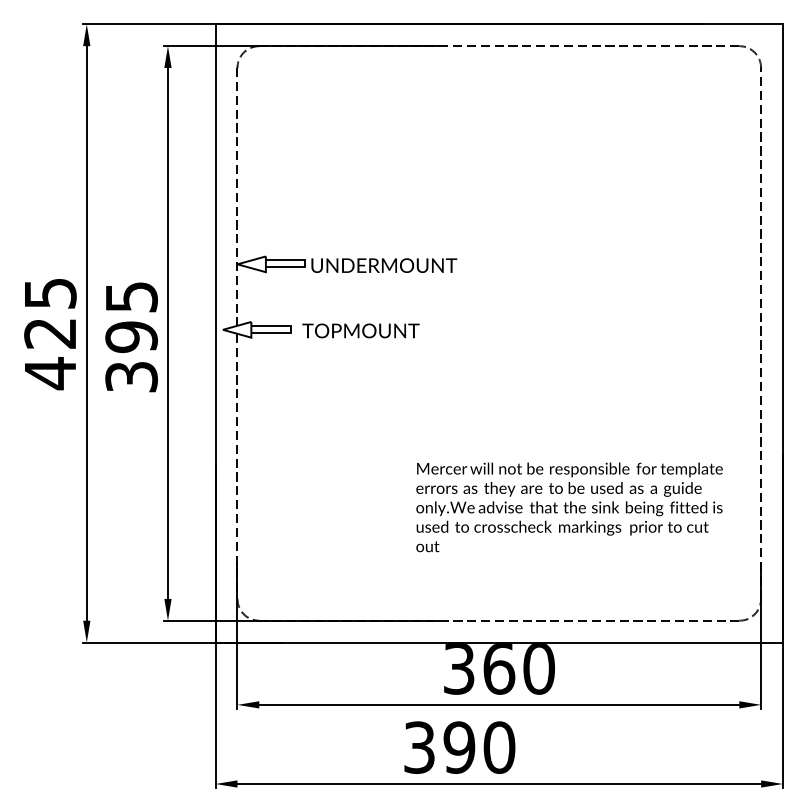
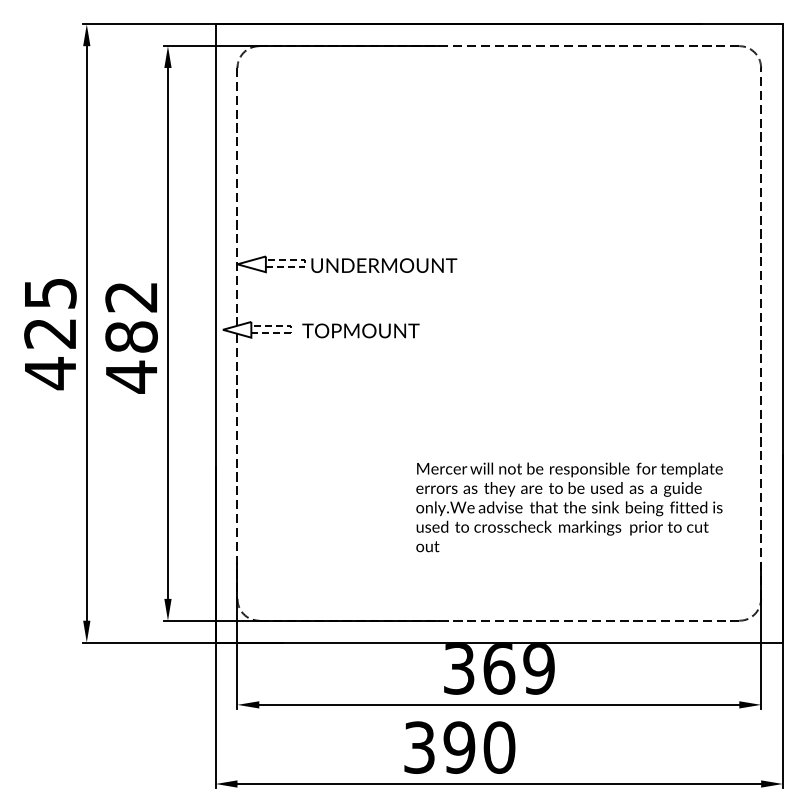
line at (305, 263): solid -> dashed
line at (290, 329): solid -> dashed
text at (131, 337): 395 -> 482
text at (538, 669): 360 -> 369
